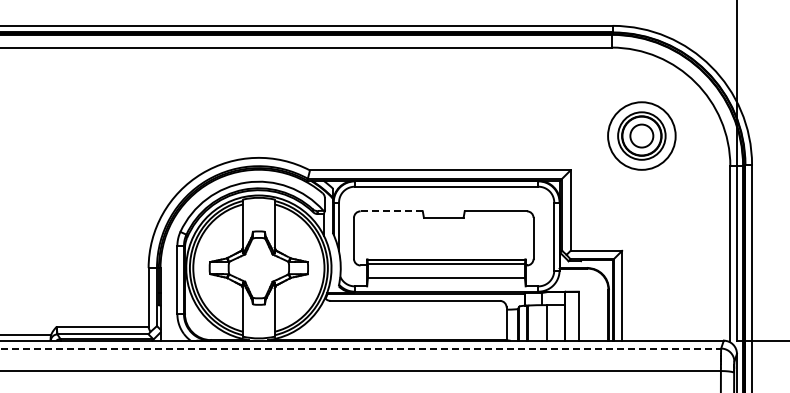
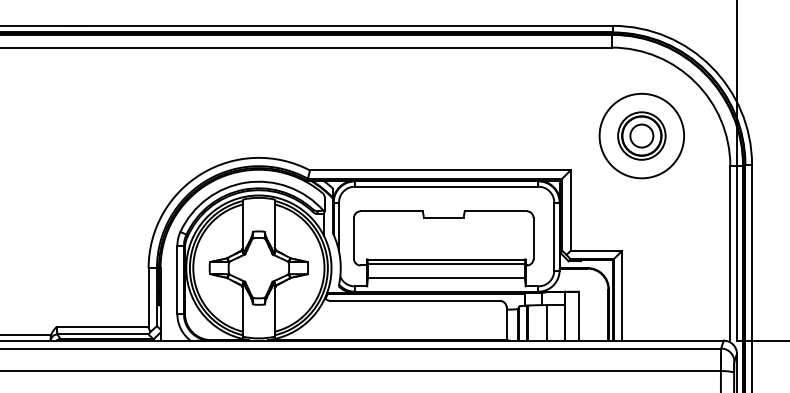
circle at (641, 135) diameter: 68 px -> 85 px
line at (392, 211): dashed -> solid
line at (361, 348): dashed -> solid
